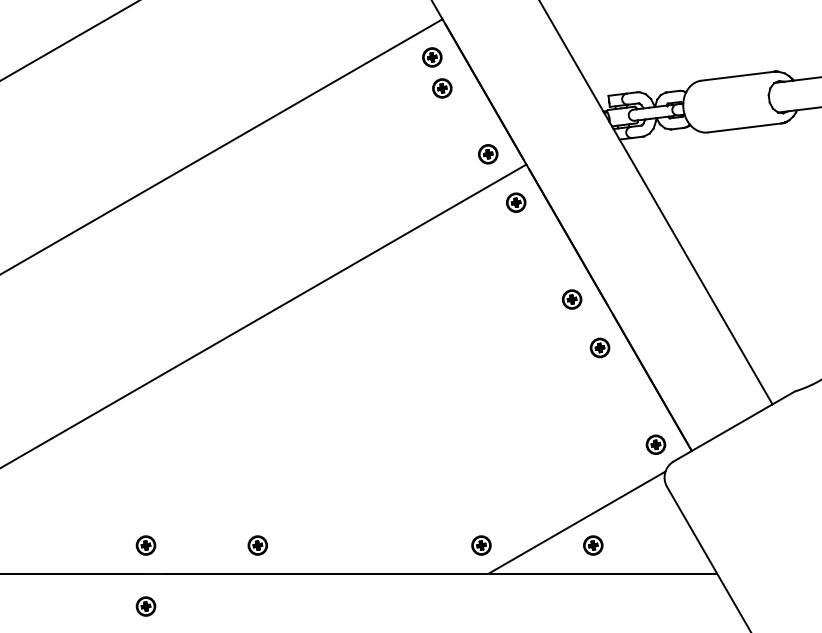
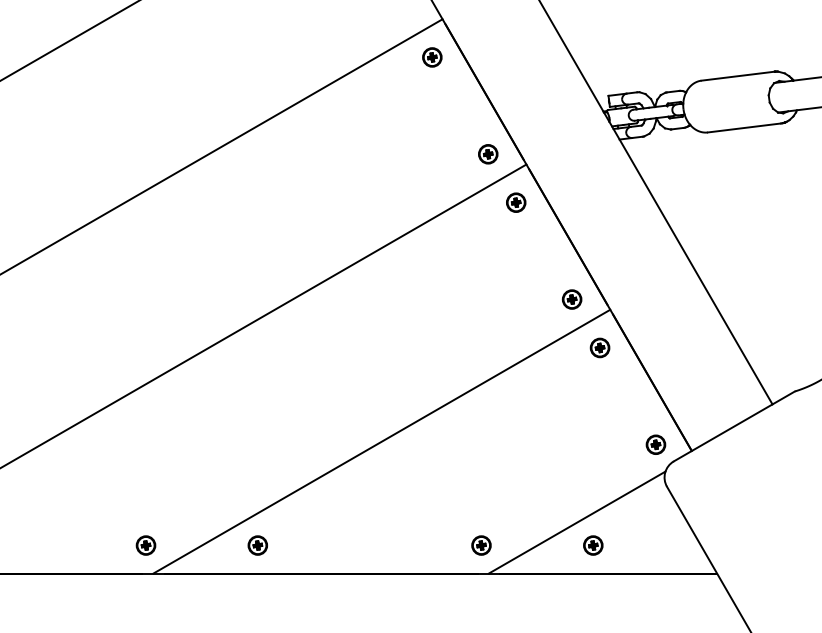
part at (442, 88): present -> none
line at (381, 441): none -> present
part at (145, 606): present -> none
